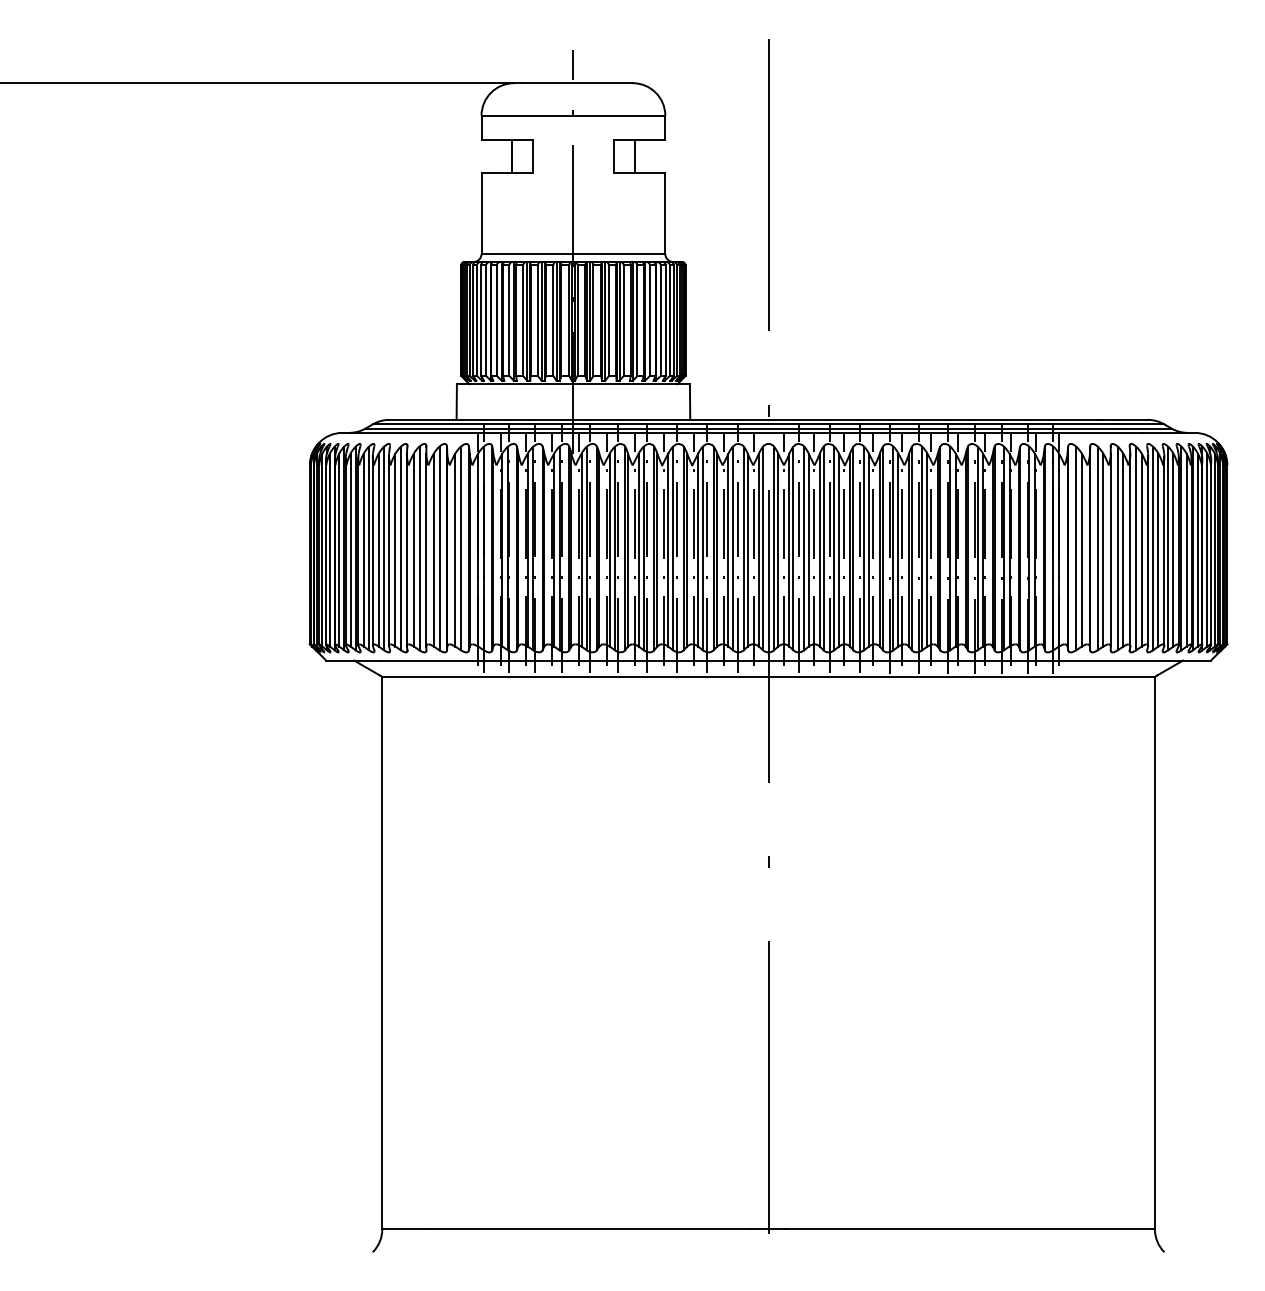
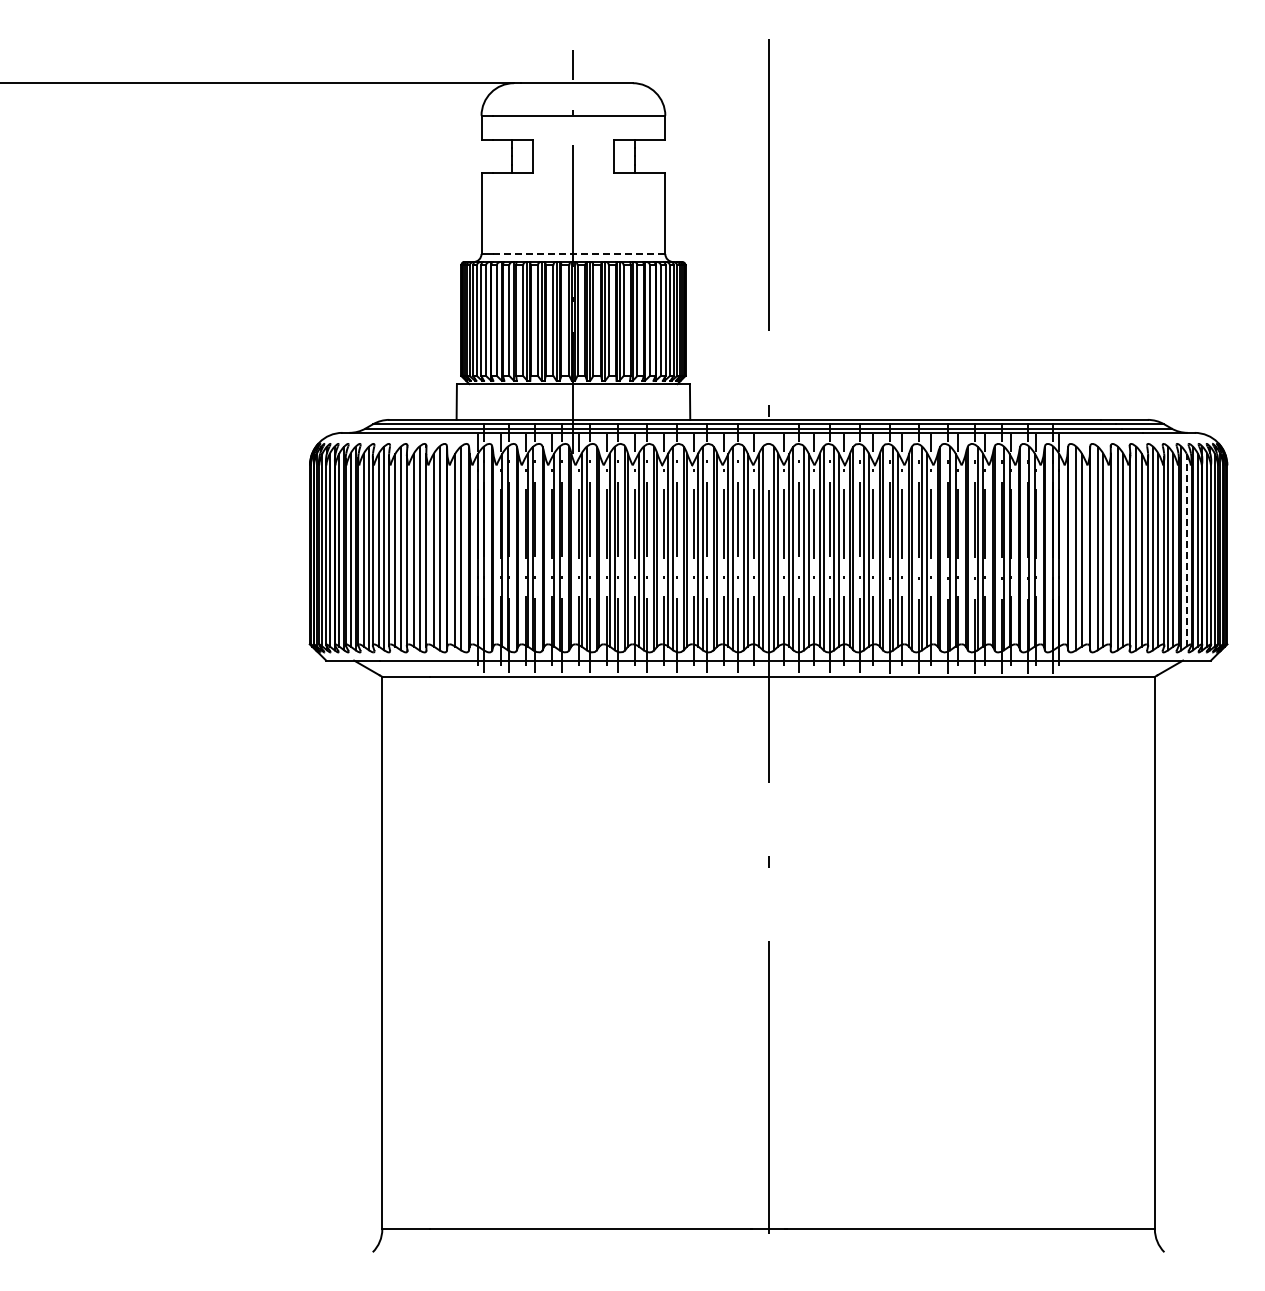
line at (578, 253): solid -> dashed
line at (1186, 549): solid -> dashed
